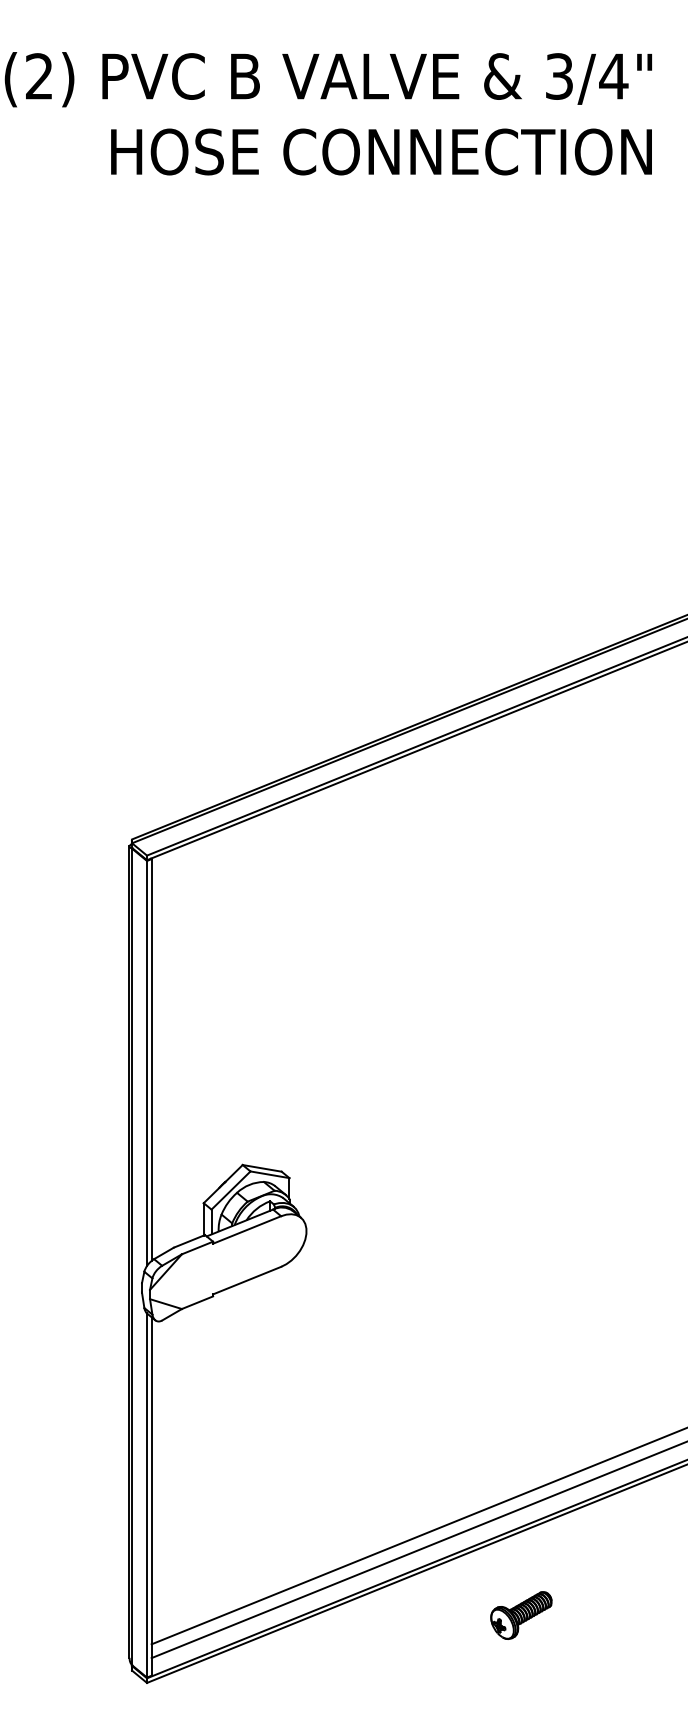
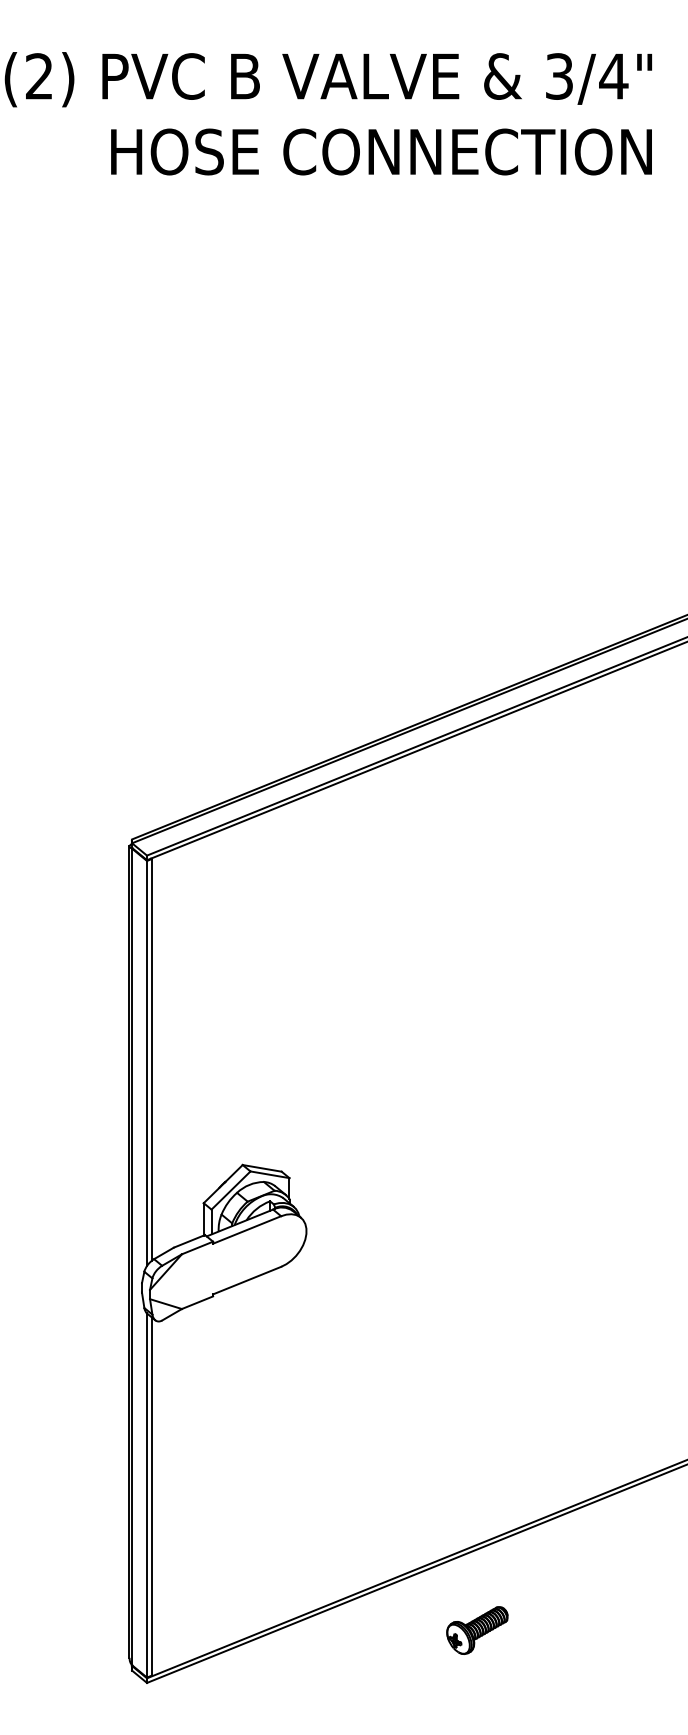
line at (417, 1536): present -> none
line at (417, 1550): present -> none
part at (521, 1615) position: (521, 1615) -> (477, 1630)
